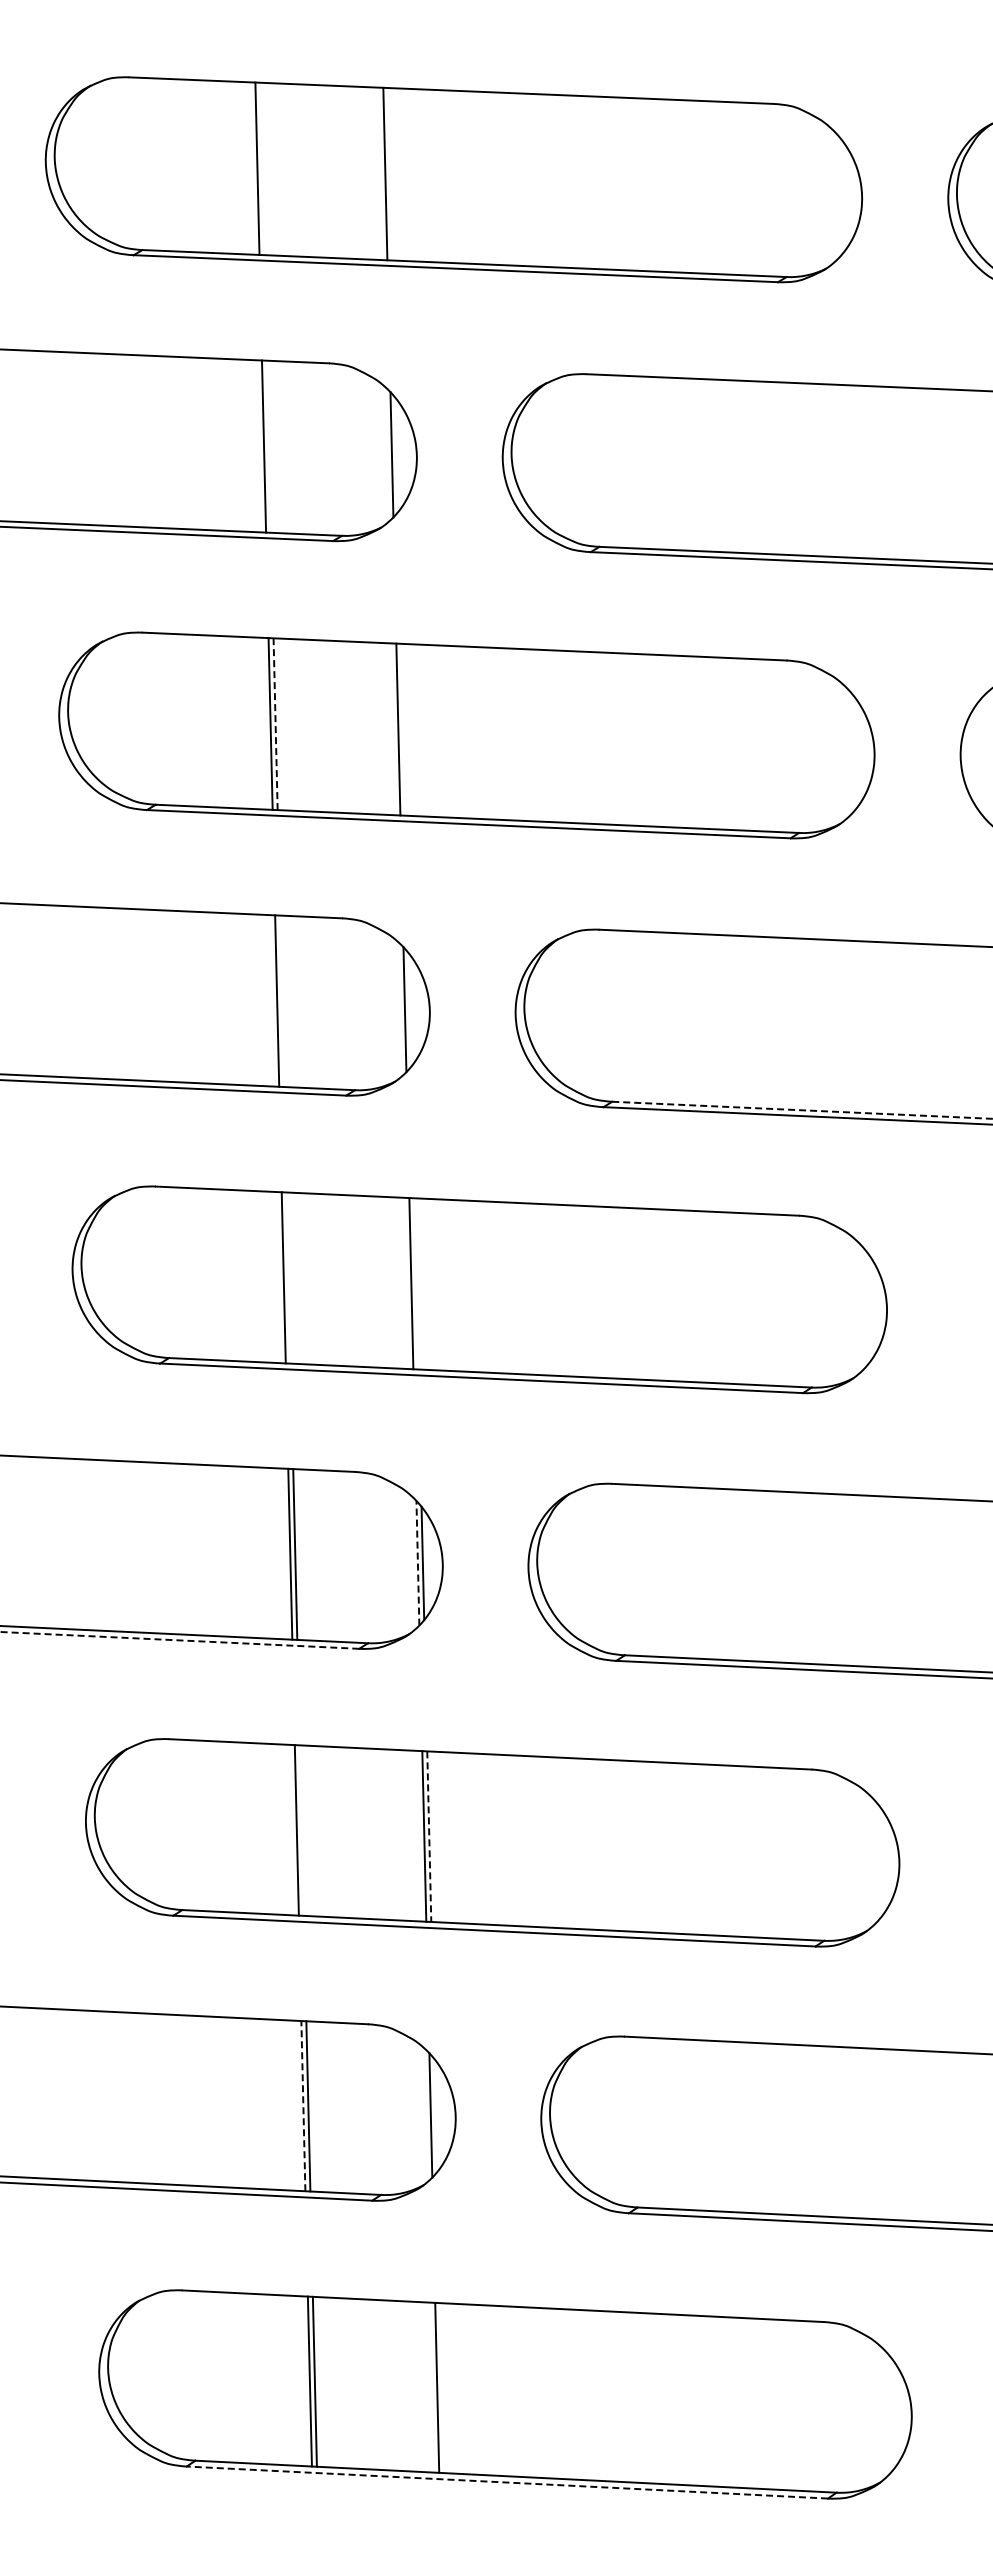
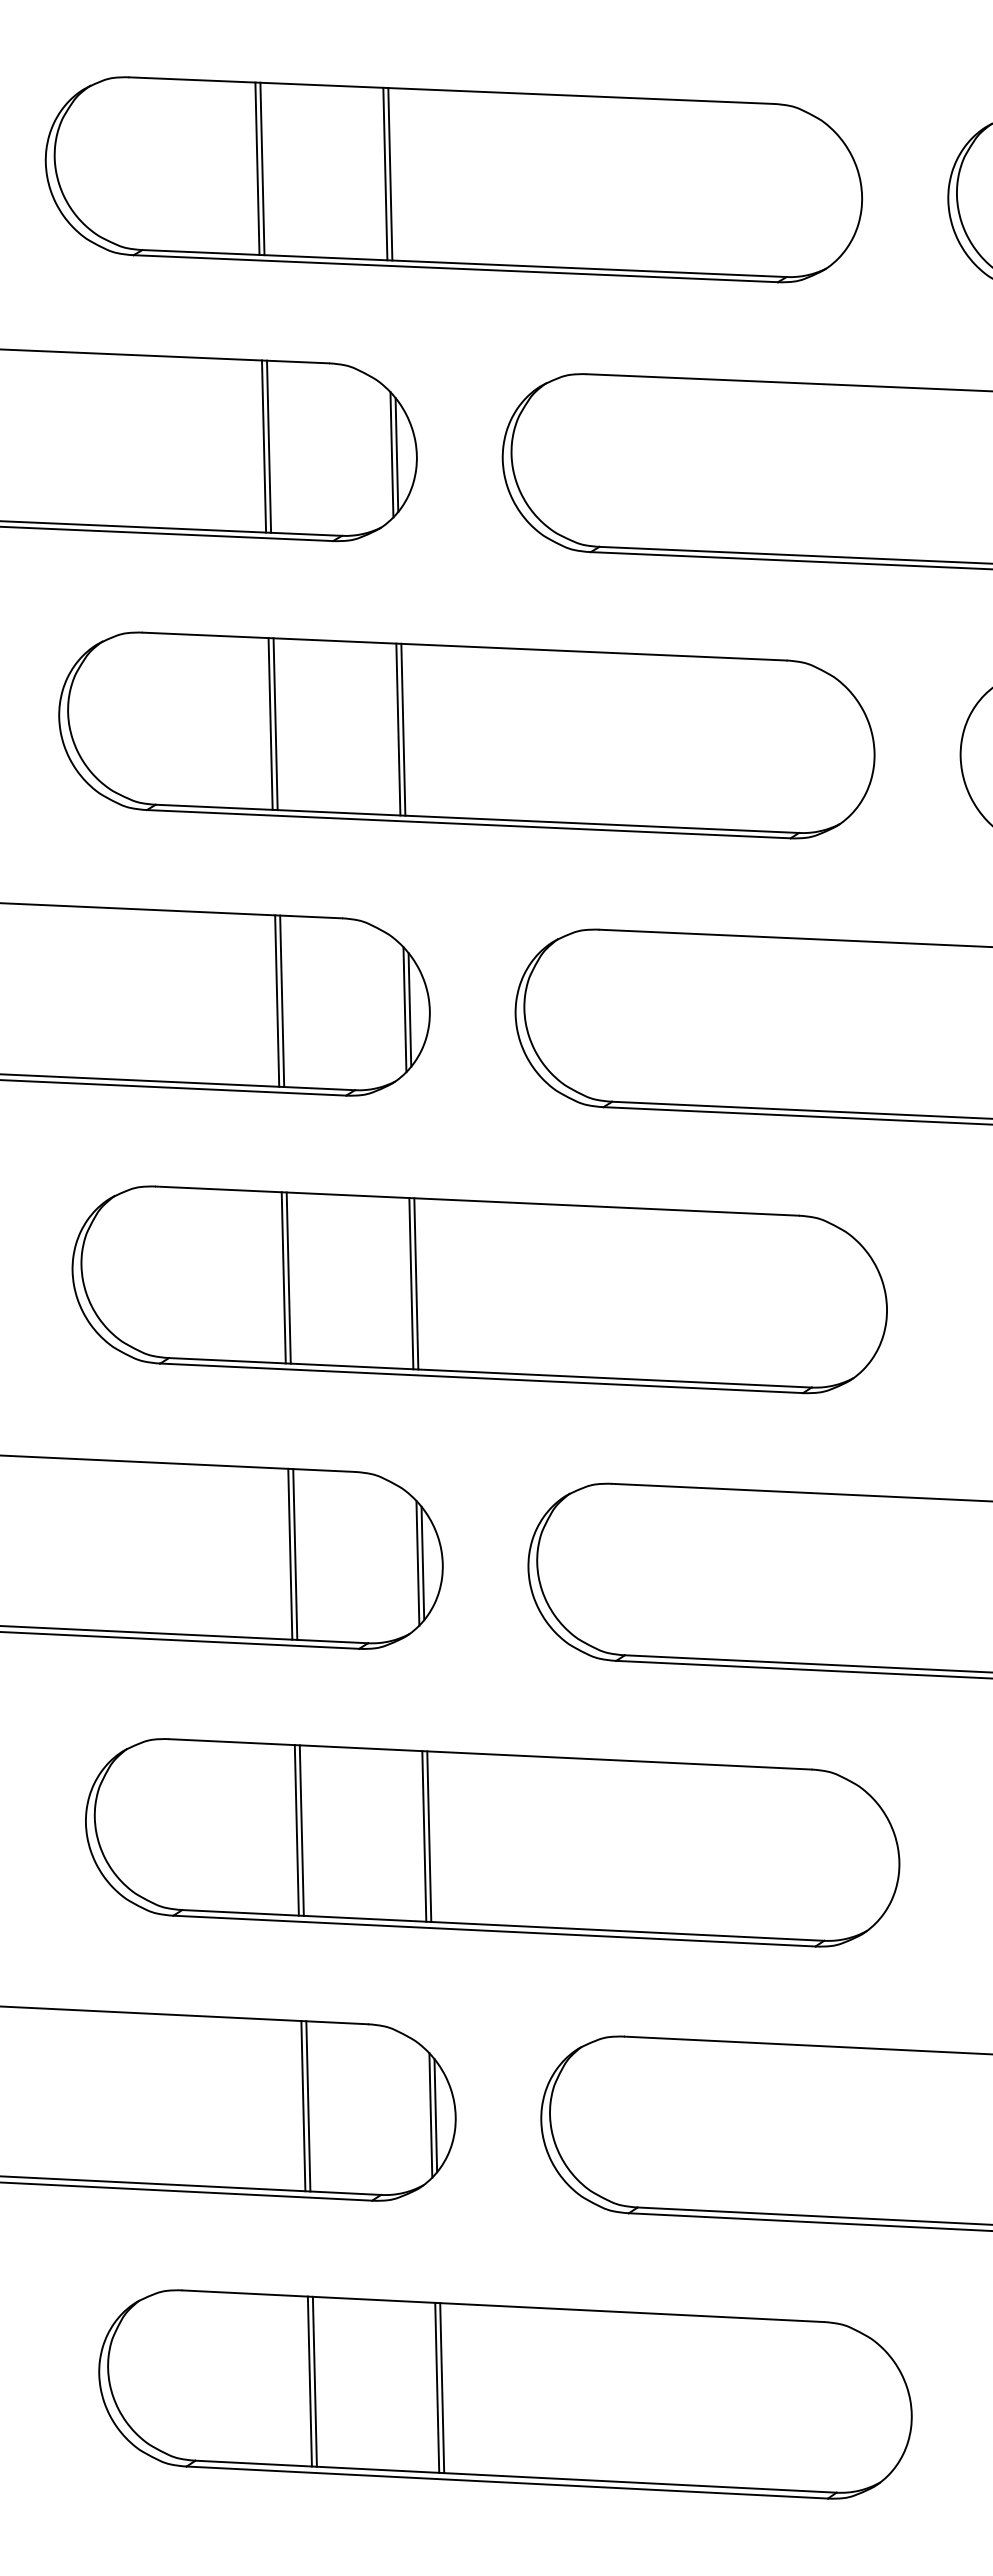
line at (262, 168): none -> present
line at (390, 174): none -> present
line at (269, 446): none -> present
line at (396, 455): none -> present
line at (275, 724): dashed -> solid
line at (403, 729): none -> present
line at (282, 1001): none -> present
line at (409, 1009): none -> present
line at (802, 1110): dashed -> solid
line at (288, 1277): none -> present
line at (416, 1283): none -> present
line at (417, 1562): dashed -> solid
line at (179, 1640): dashed -> solid
line at (301, 1830): none -> present
line at (429, 1837): dashed -> solid
line at (303, 2105): dashed -> solid
line at (435, 2115): none -> present
line at (442, 2388): none -> present
line at (506, 2482): dashed -> solid
